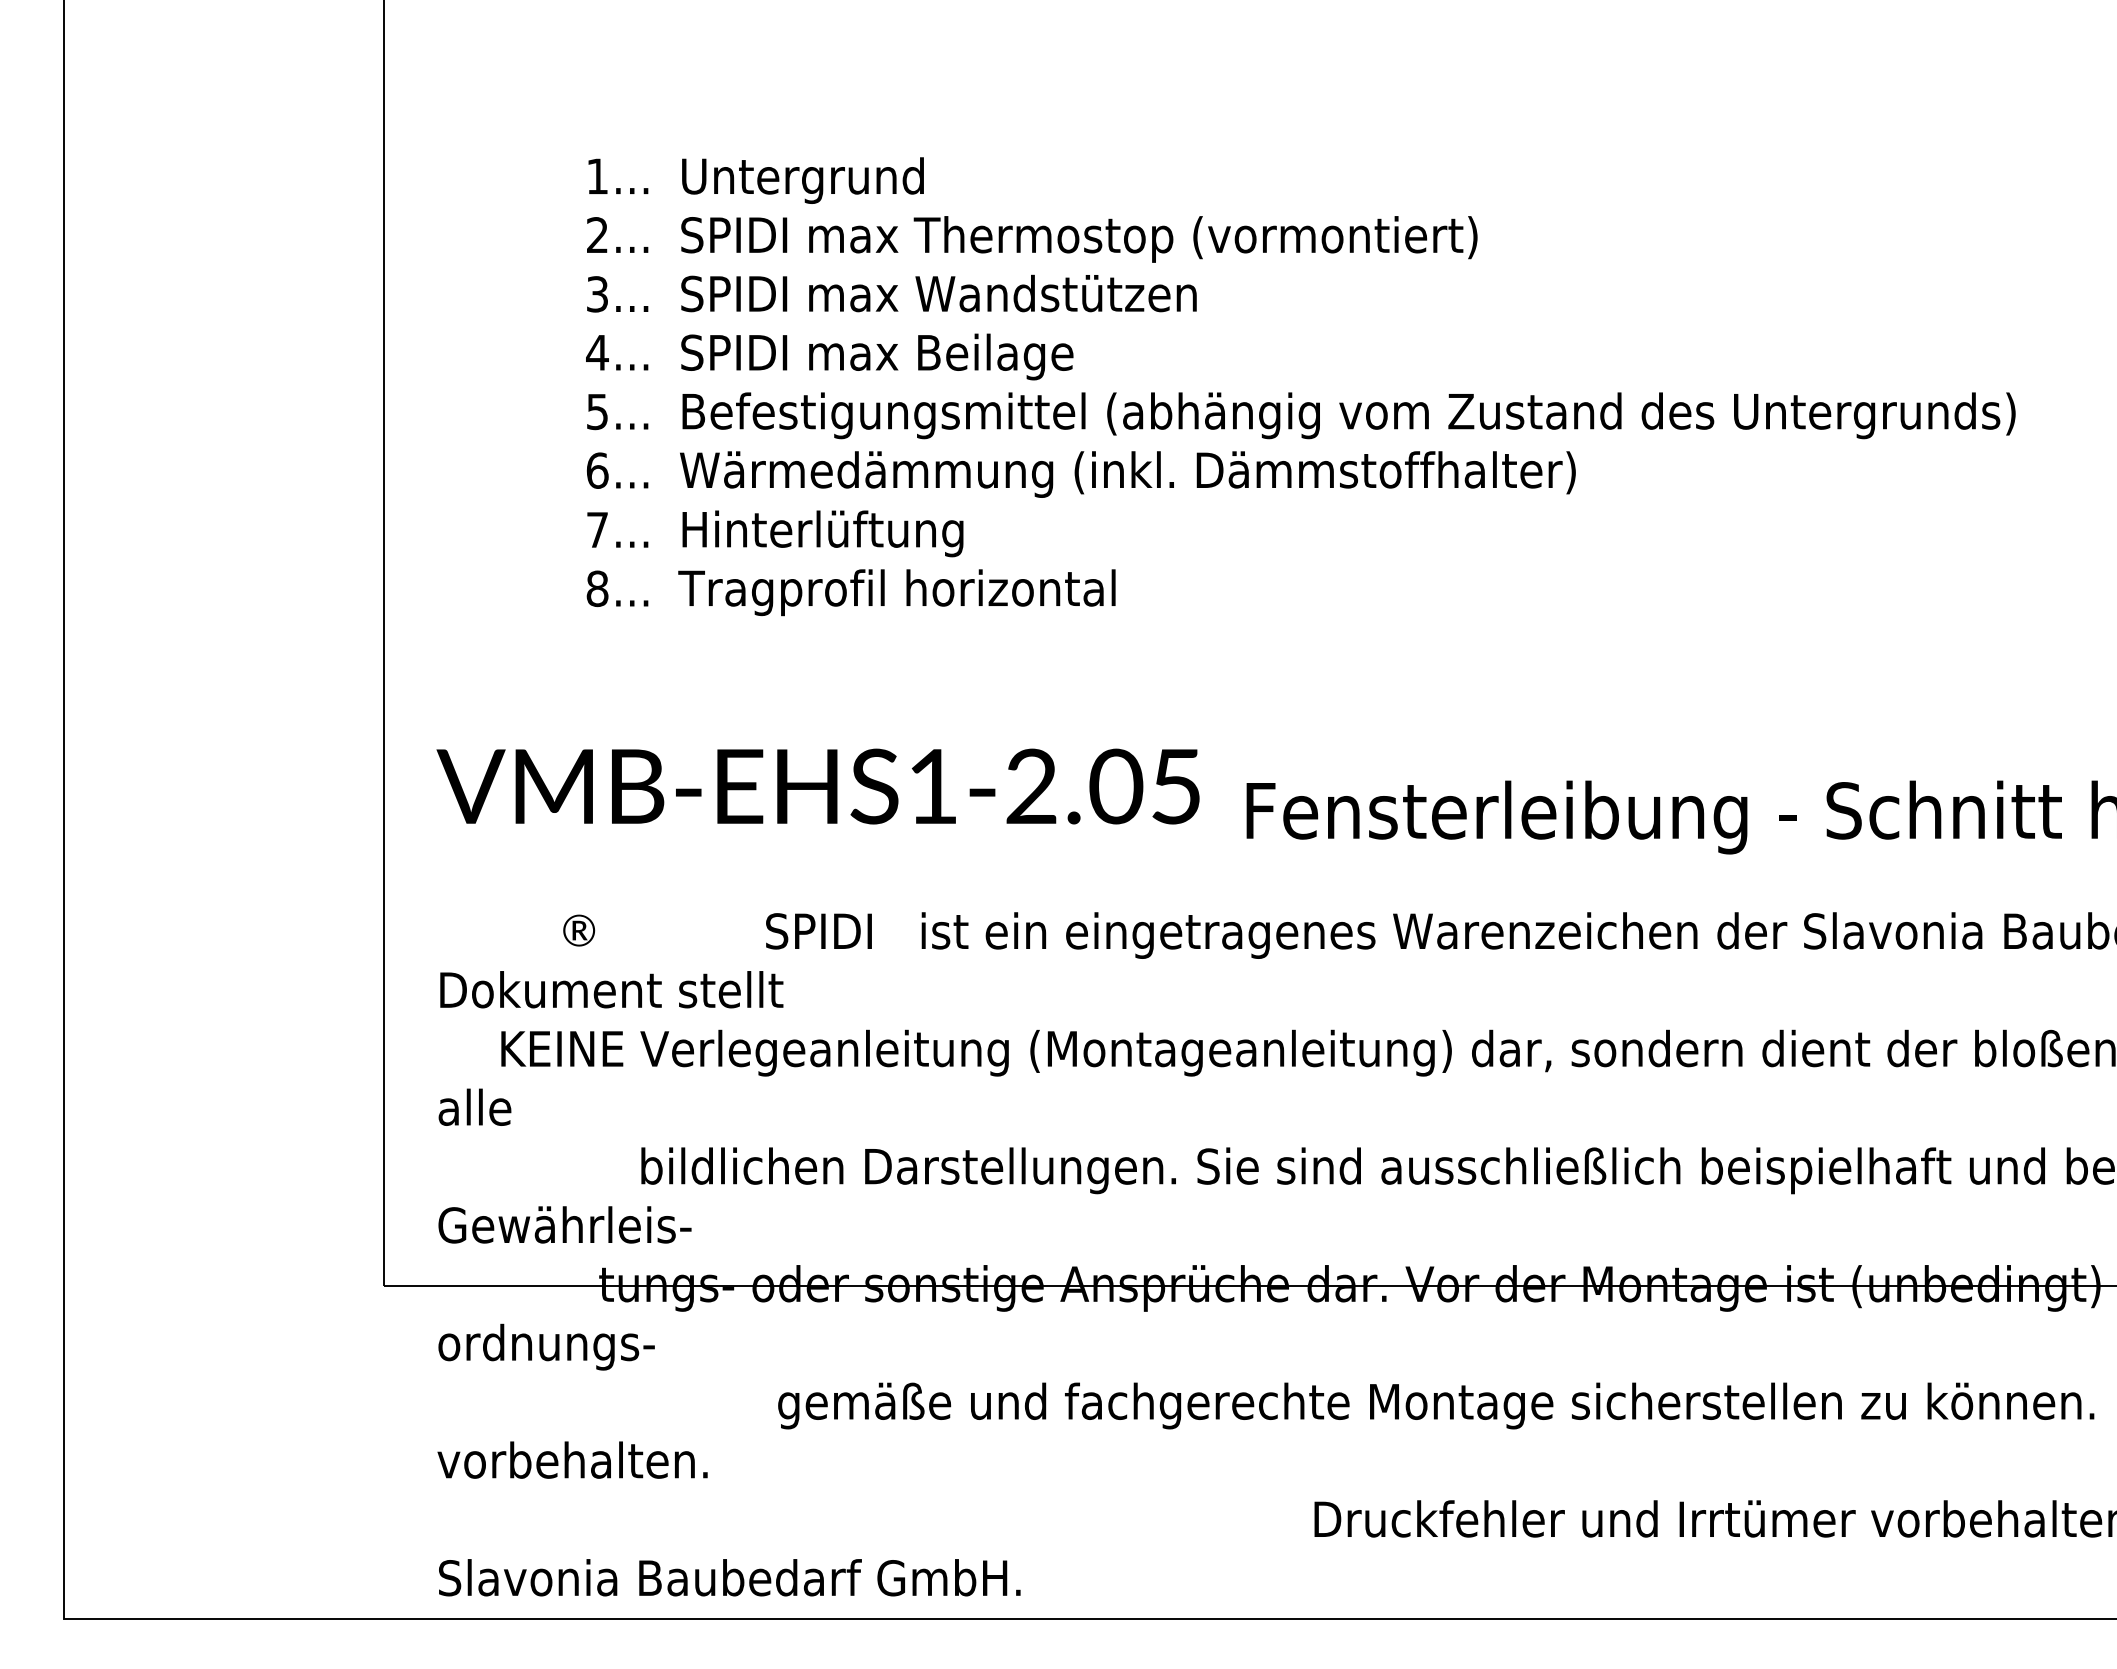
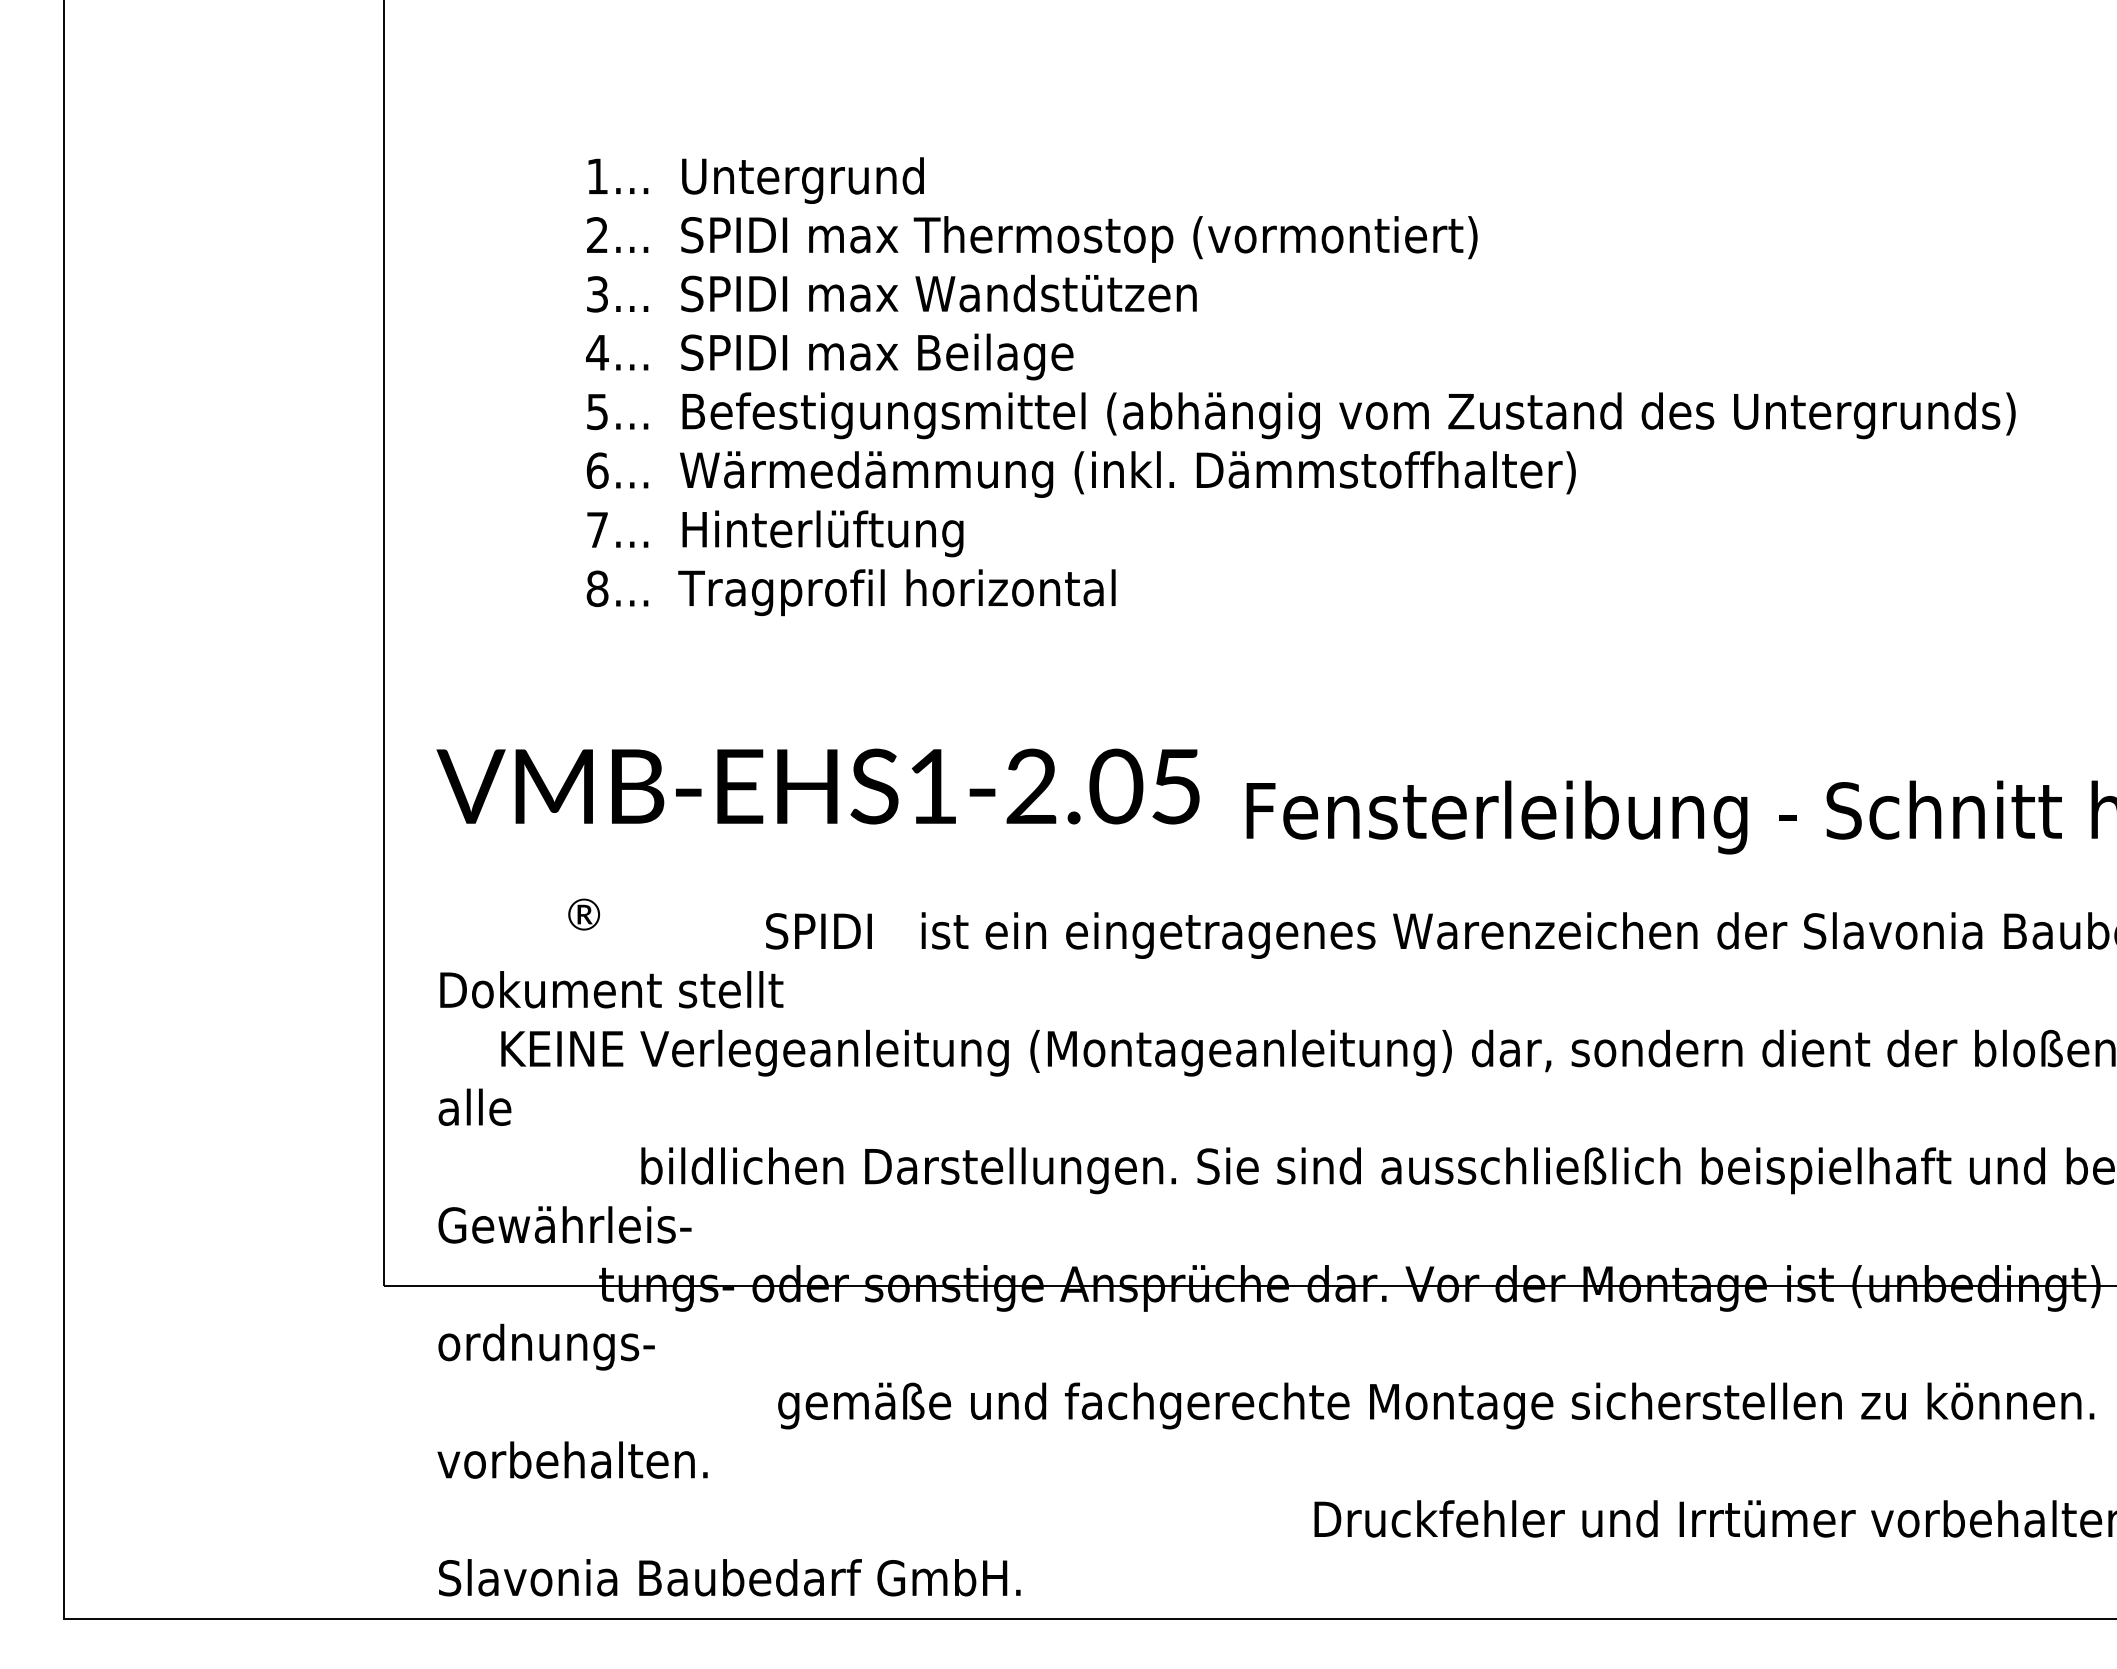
text at (579, 930) position: (579, 930) -> (584, 914)
